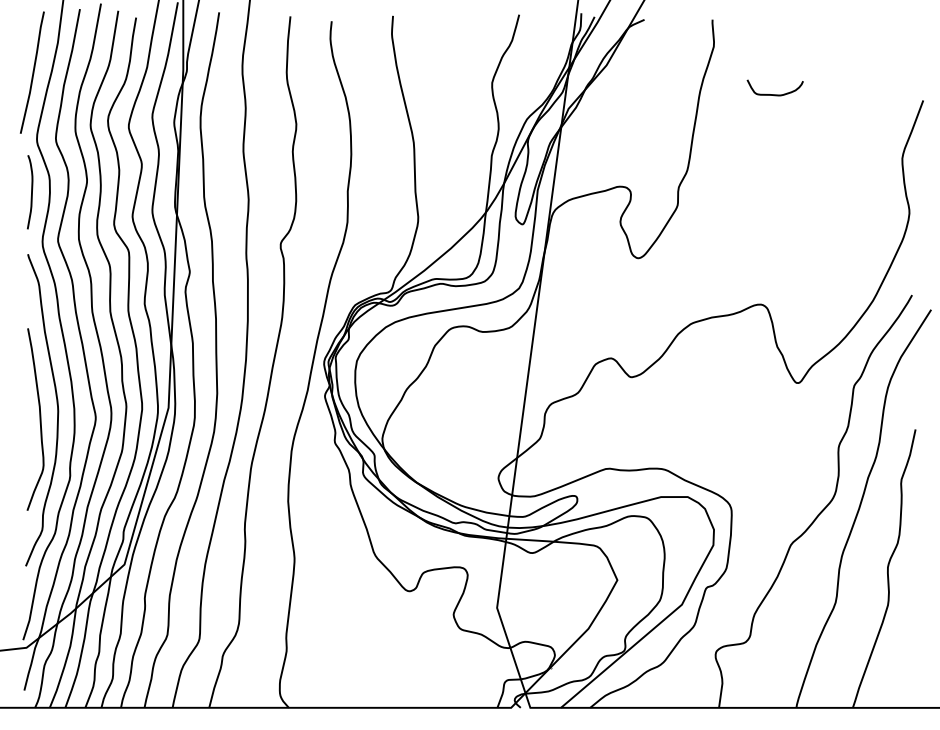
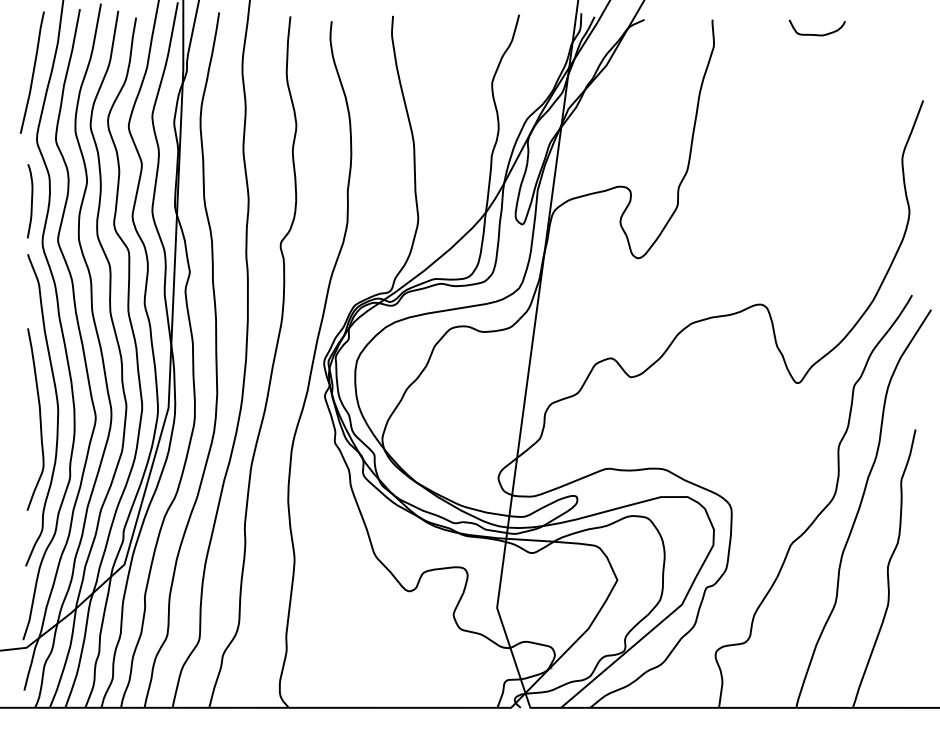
curve at (774, 94) position: (774, 94) -> (816, 34)
curve at (31, 192) position: (31, 192) -> (31, 201)
